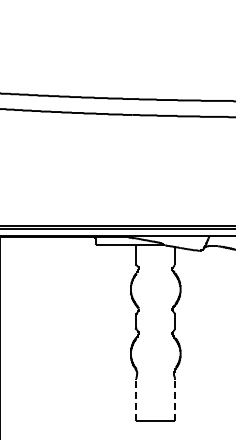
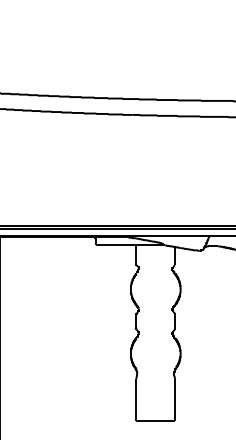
line at (135, 400): dashed -> solid
line at (175, 400): dashed -> solid
